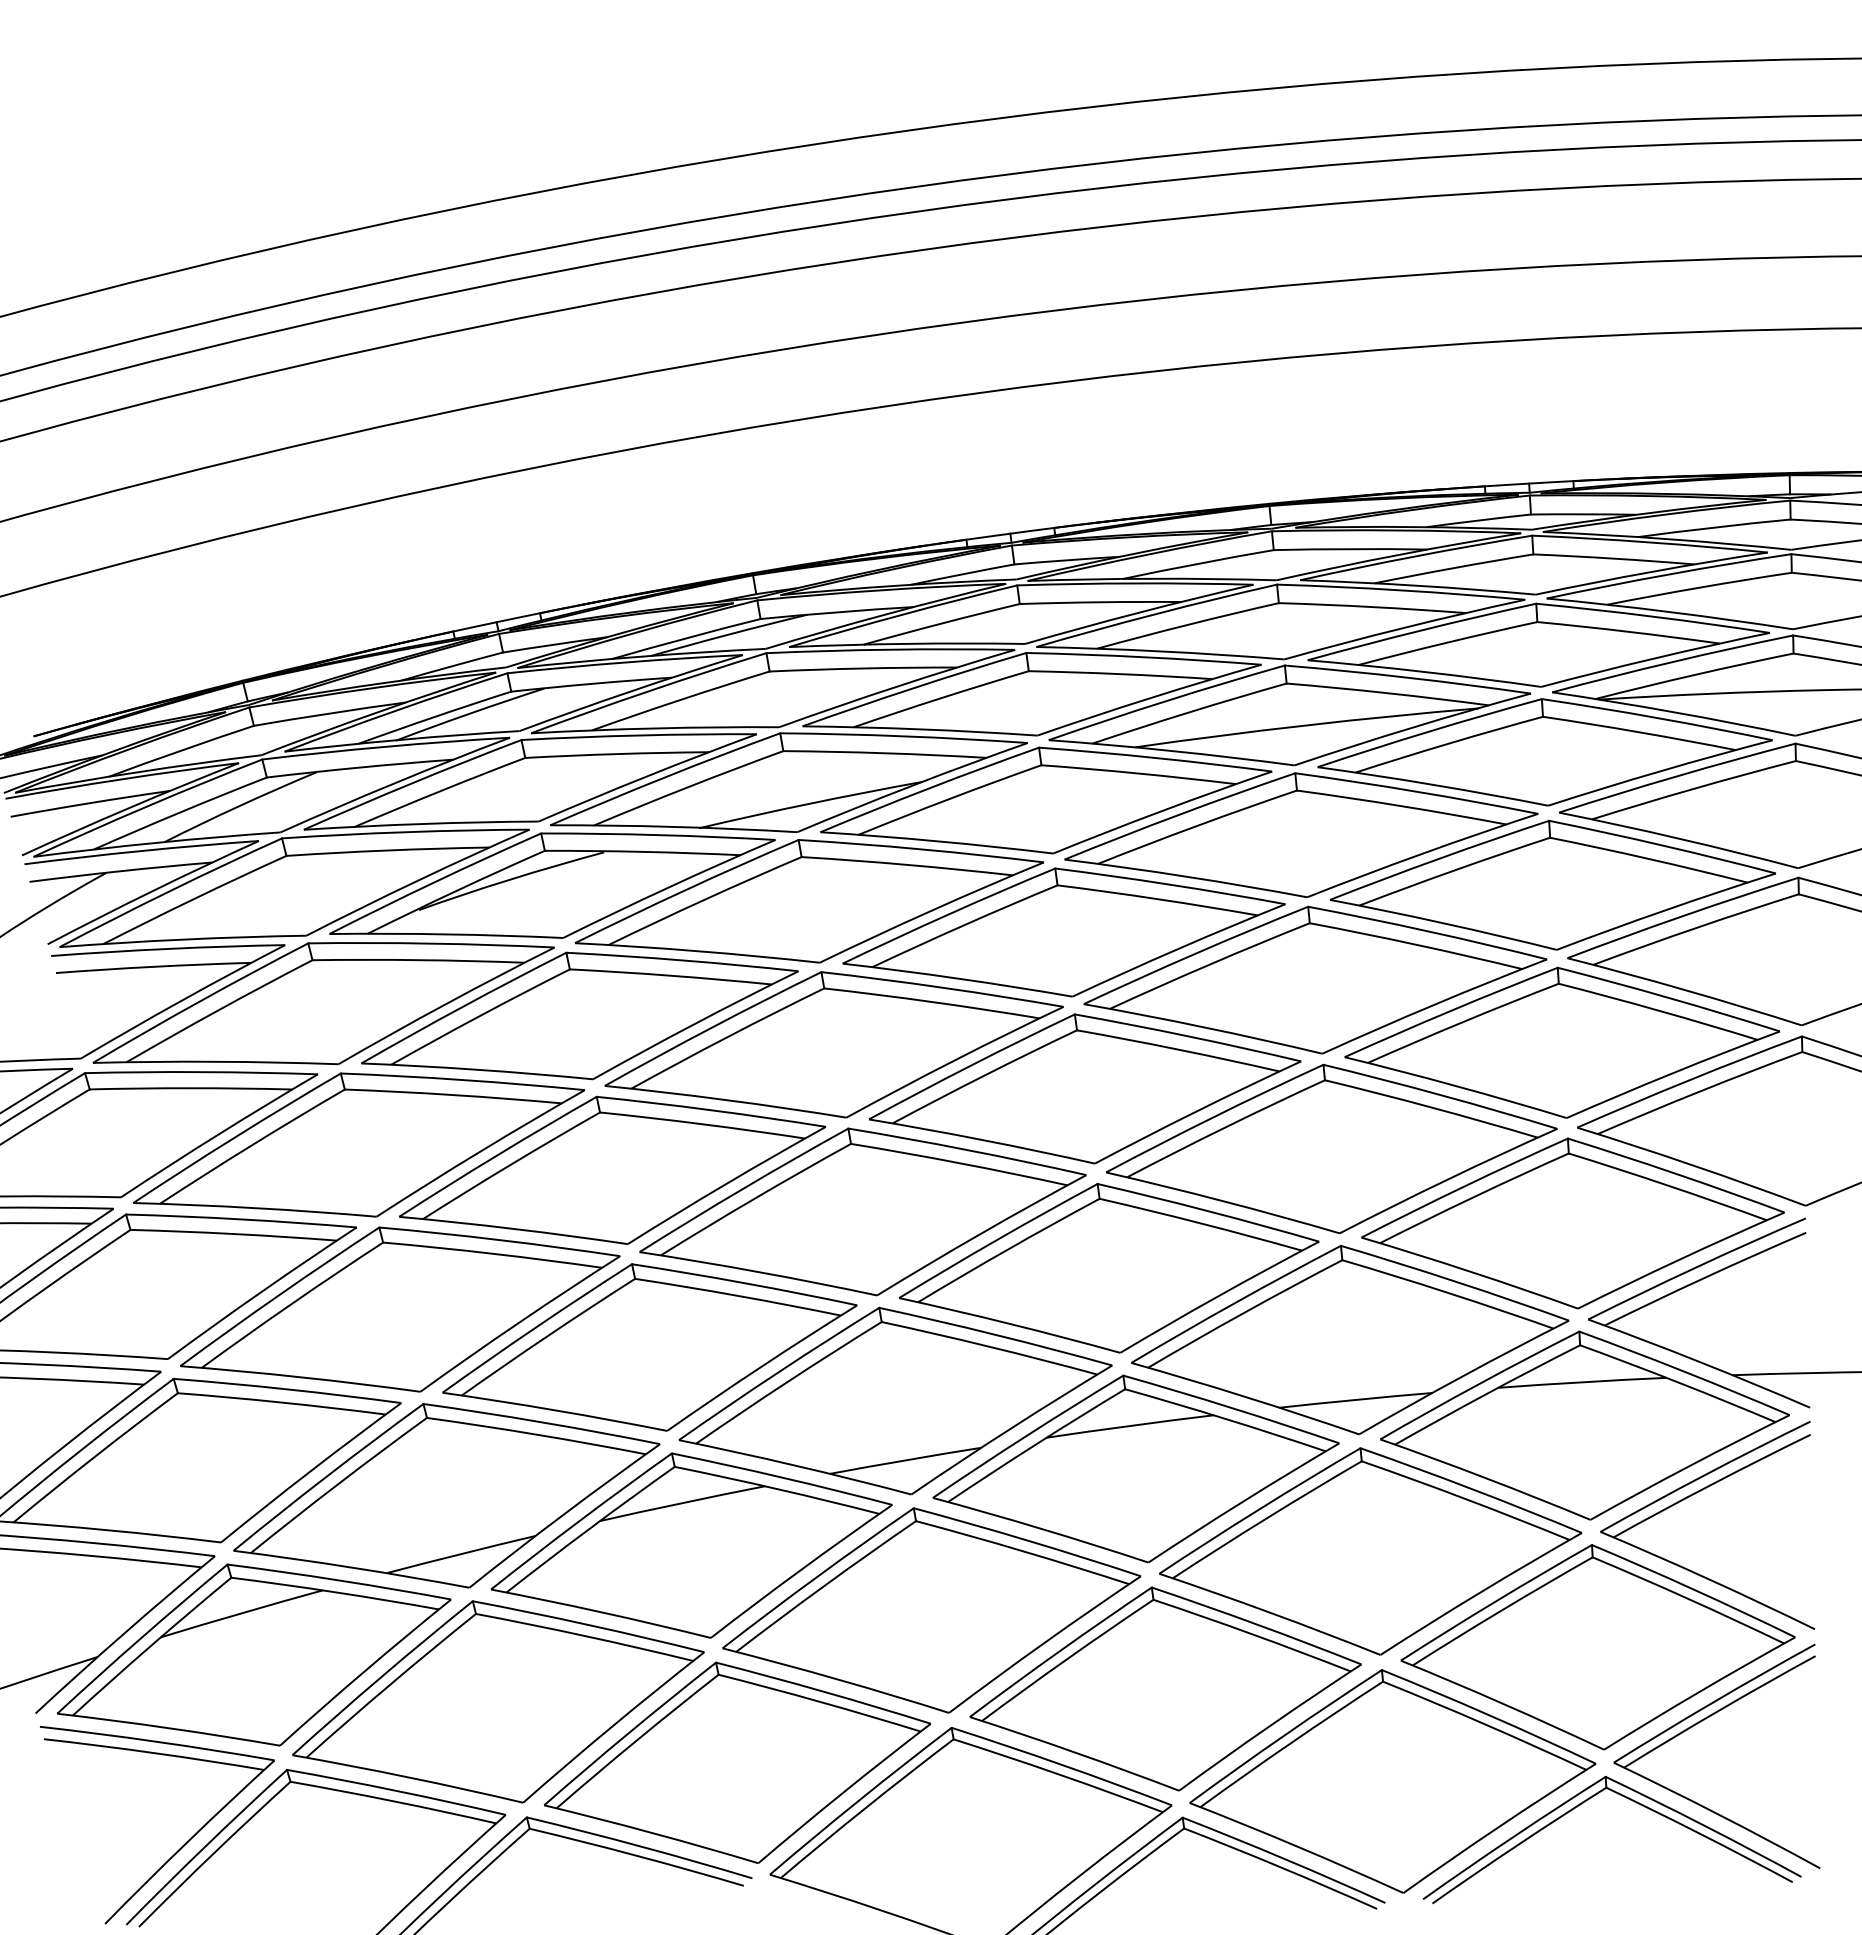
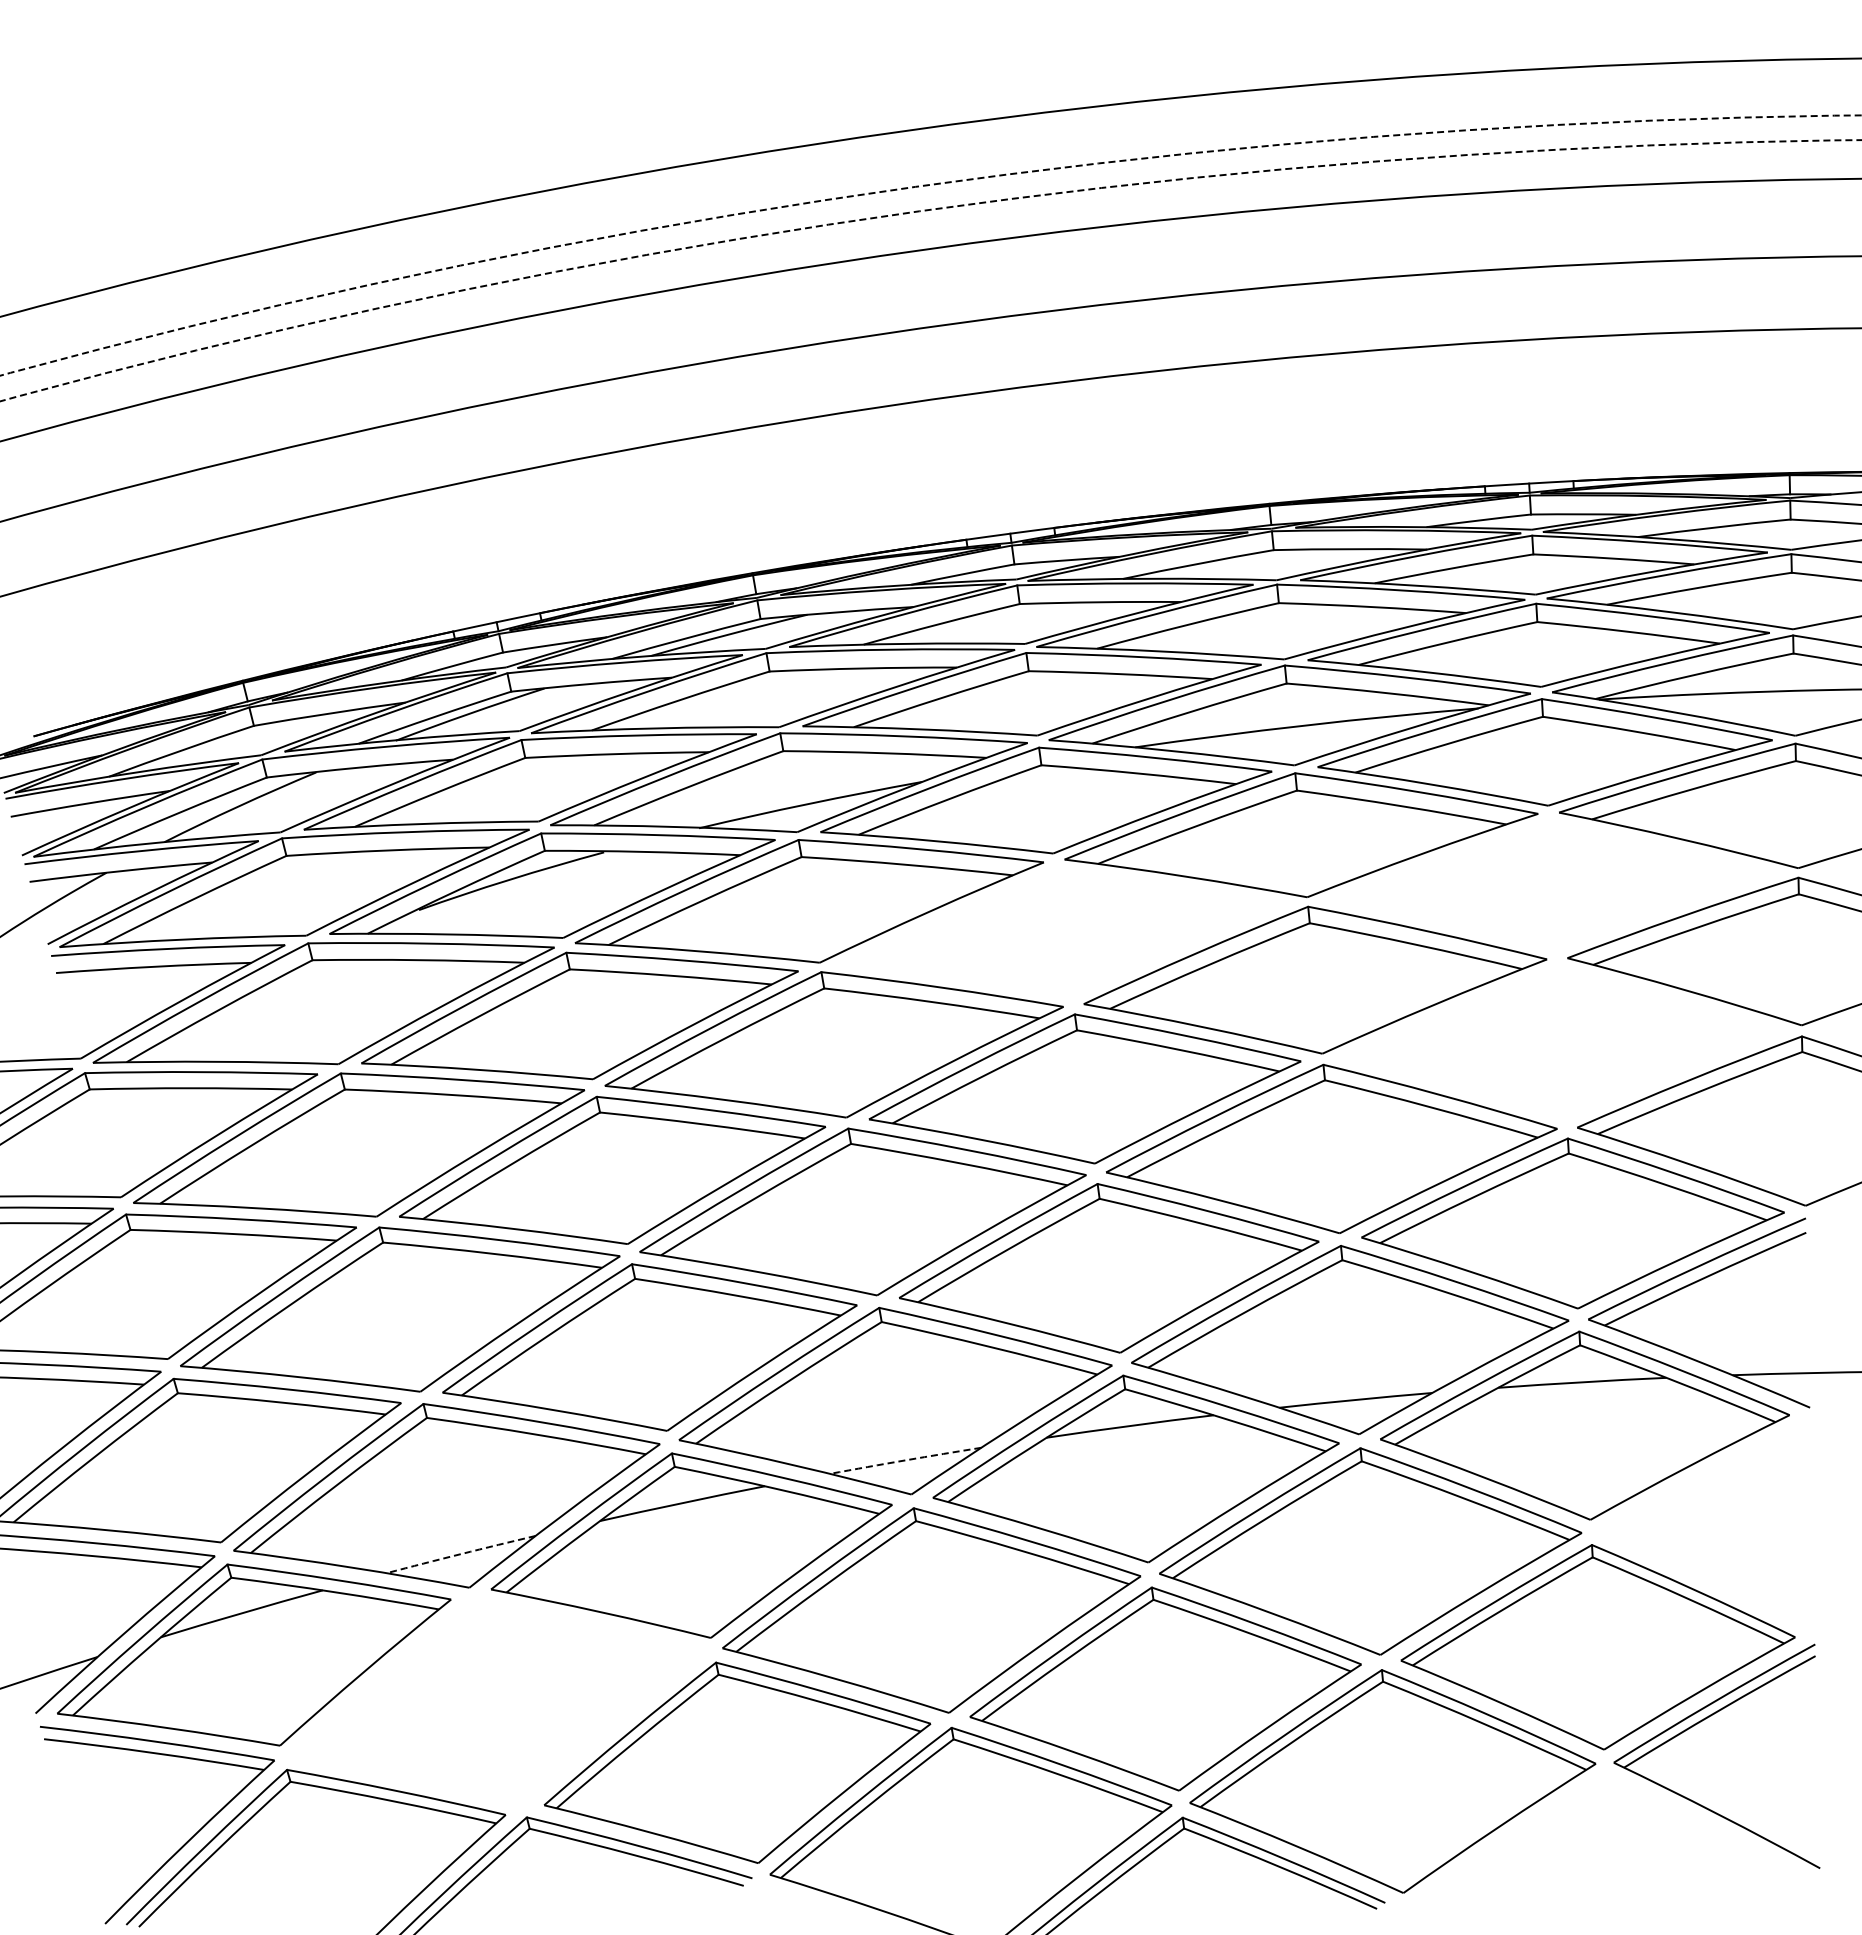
arc at (923, 185): solid -> dashed
arc at (919, 211): solid -> dashed
part at (1552, 884): present -> none
part at (1063, 932): present -> none
part at (1562, 1042): present -> none
arc at (905, 1460): solid -> dashed
part at (1693, 1495): present -> none
arc at (461, 1554): solid -> dashed
part at (498, 1701): present -> none
part at (1630, 1800): present -> none
